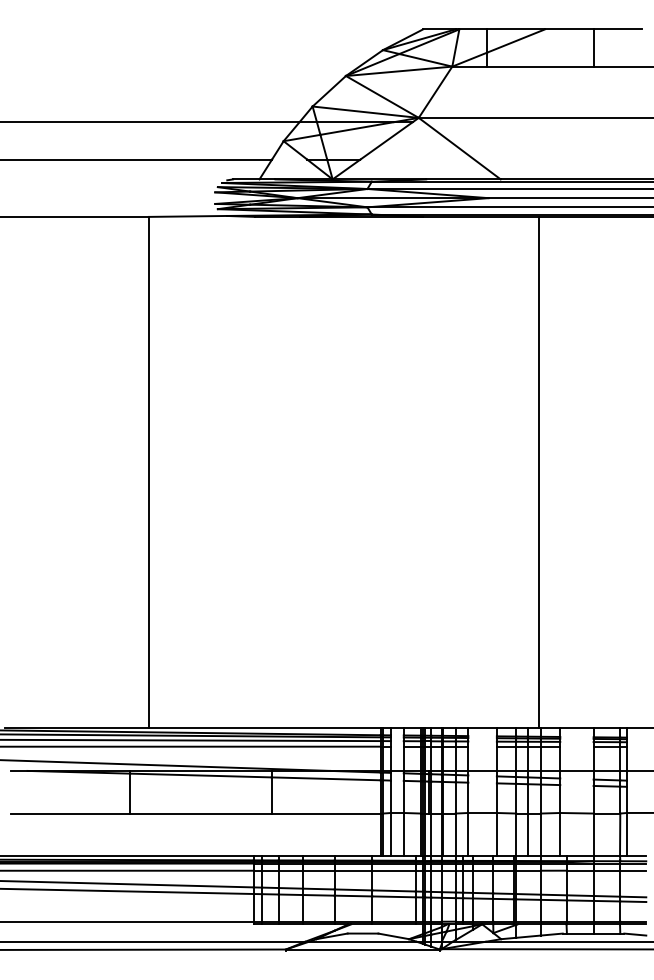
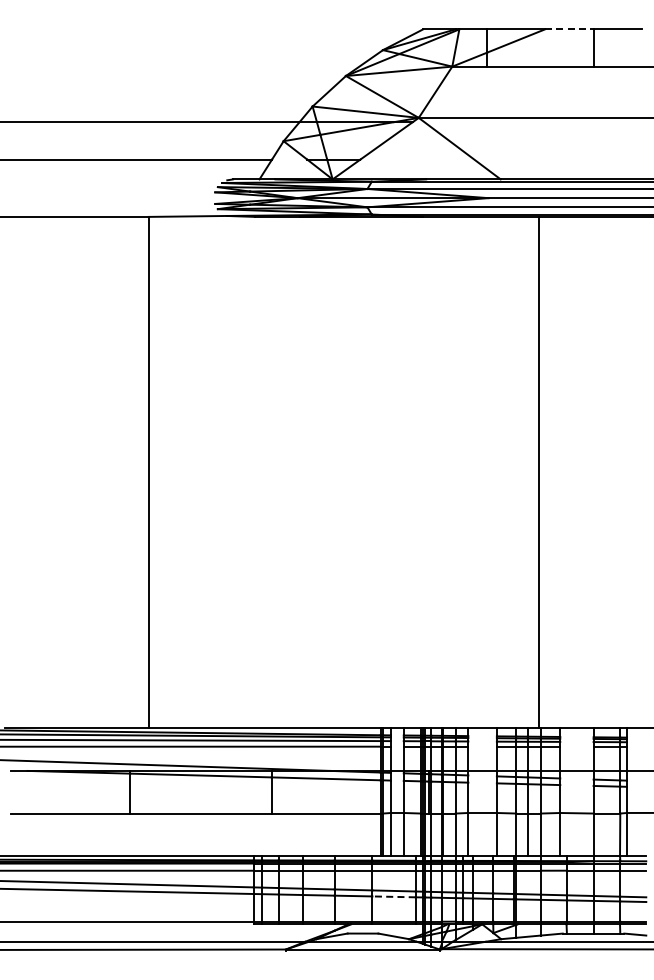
line at (569, 29): solid -> dashed
line at (394, 896): solid -> dashed
